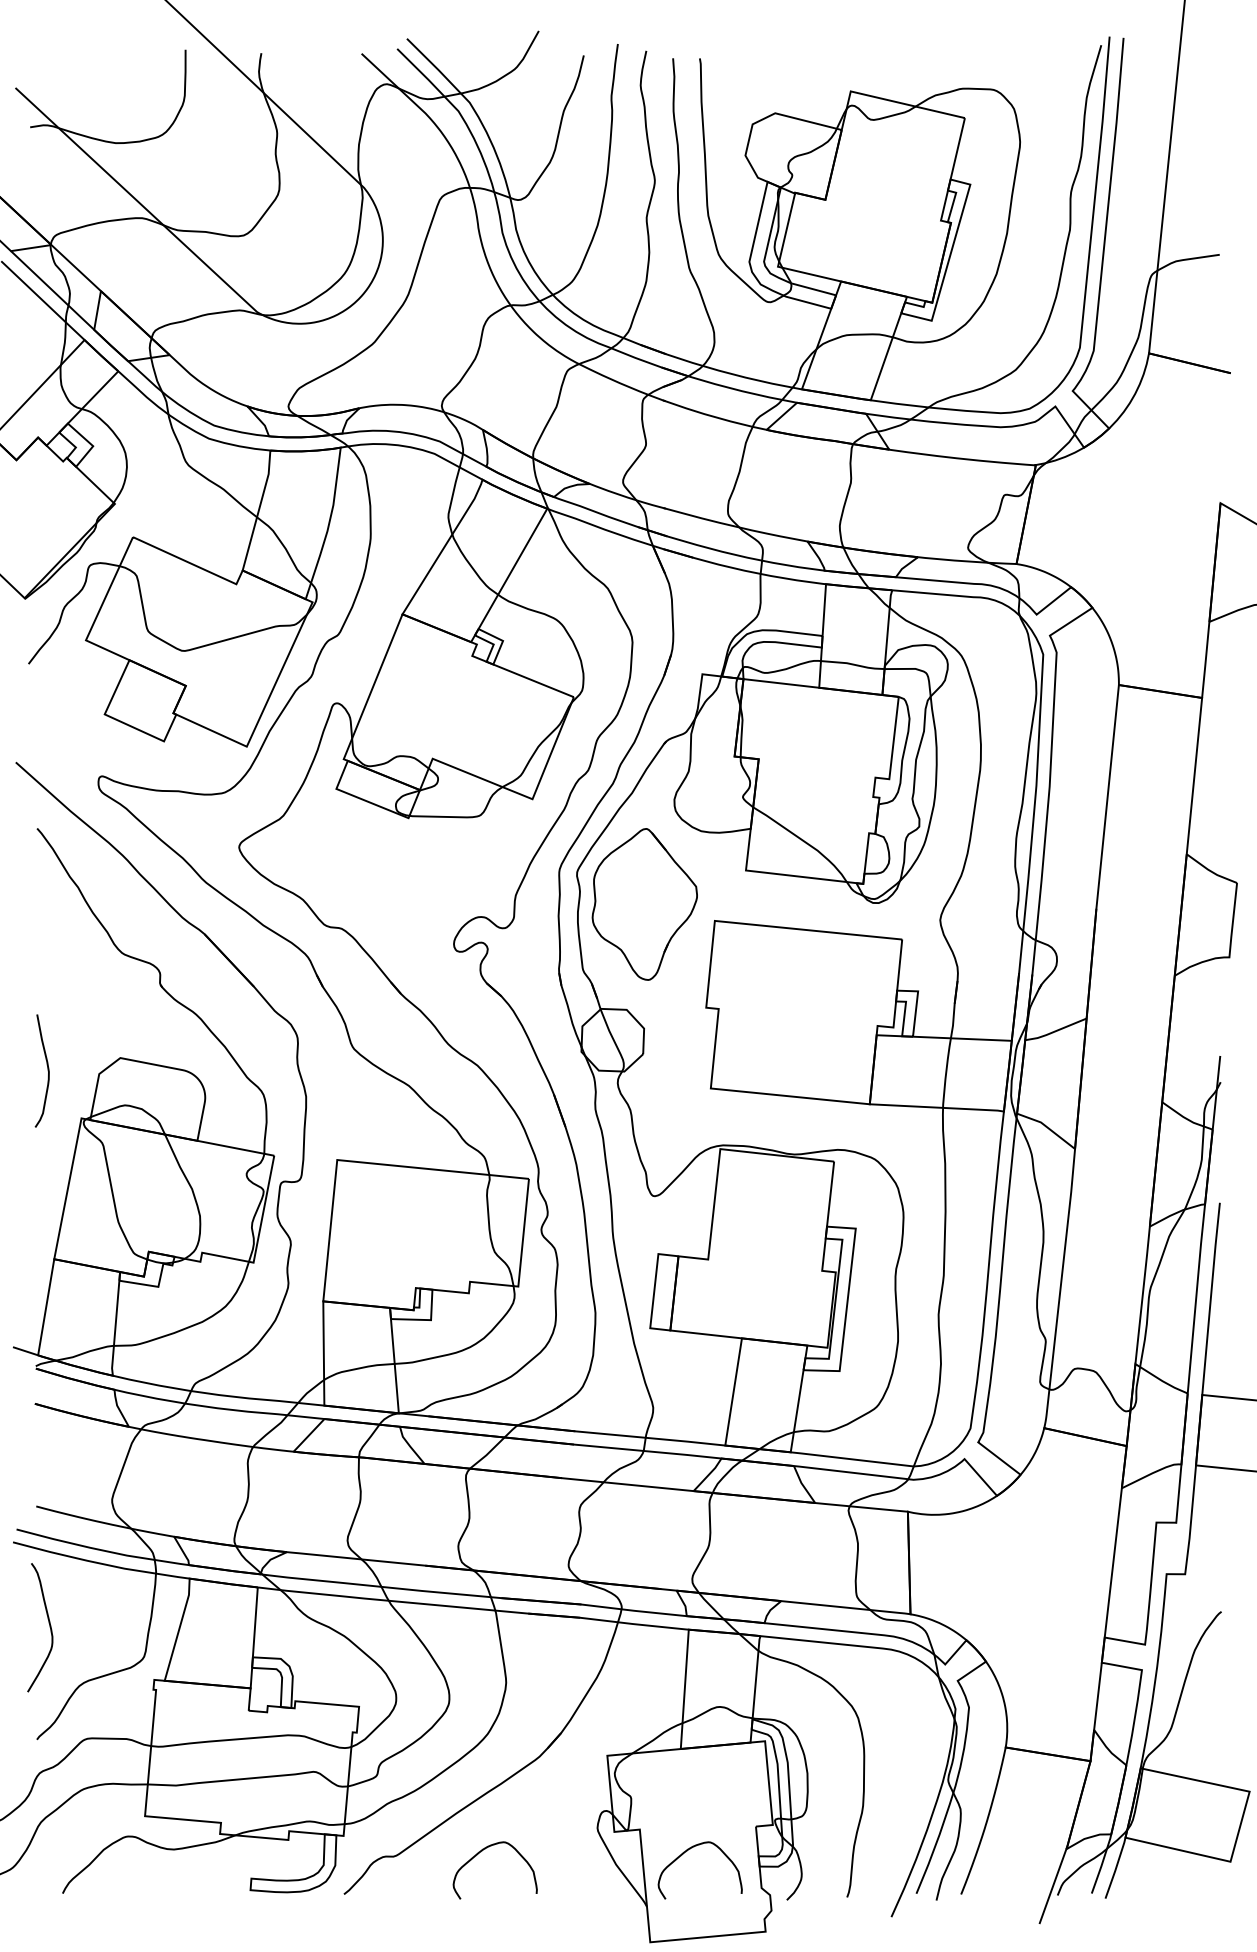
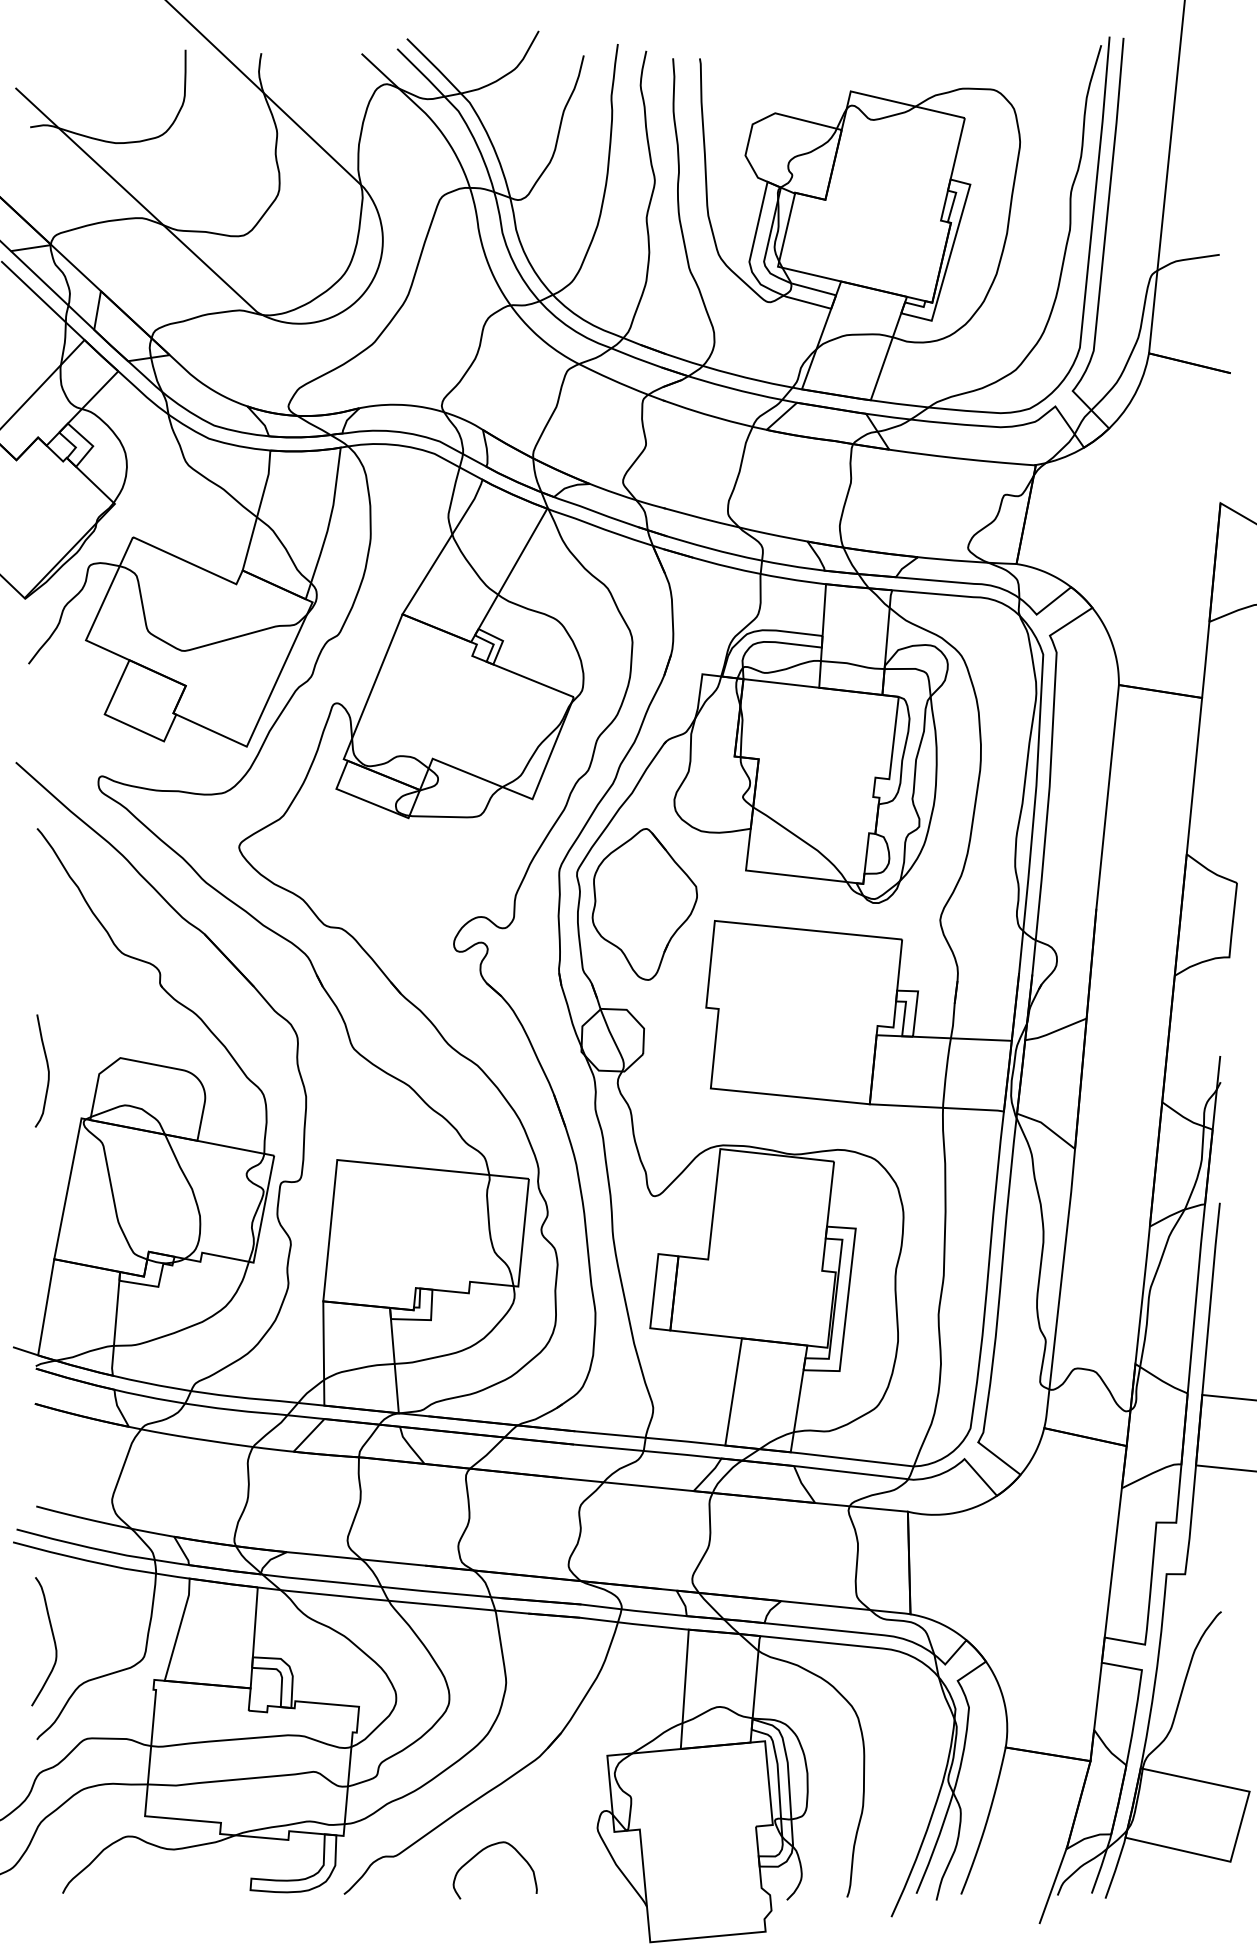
curve at (48, 1623) position: (48, 1623) -> (52, 1637)
curve at (687, 1851): present -> none
